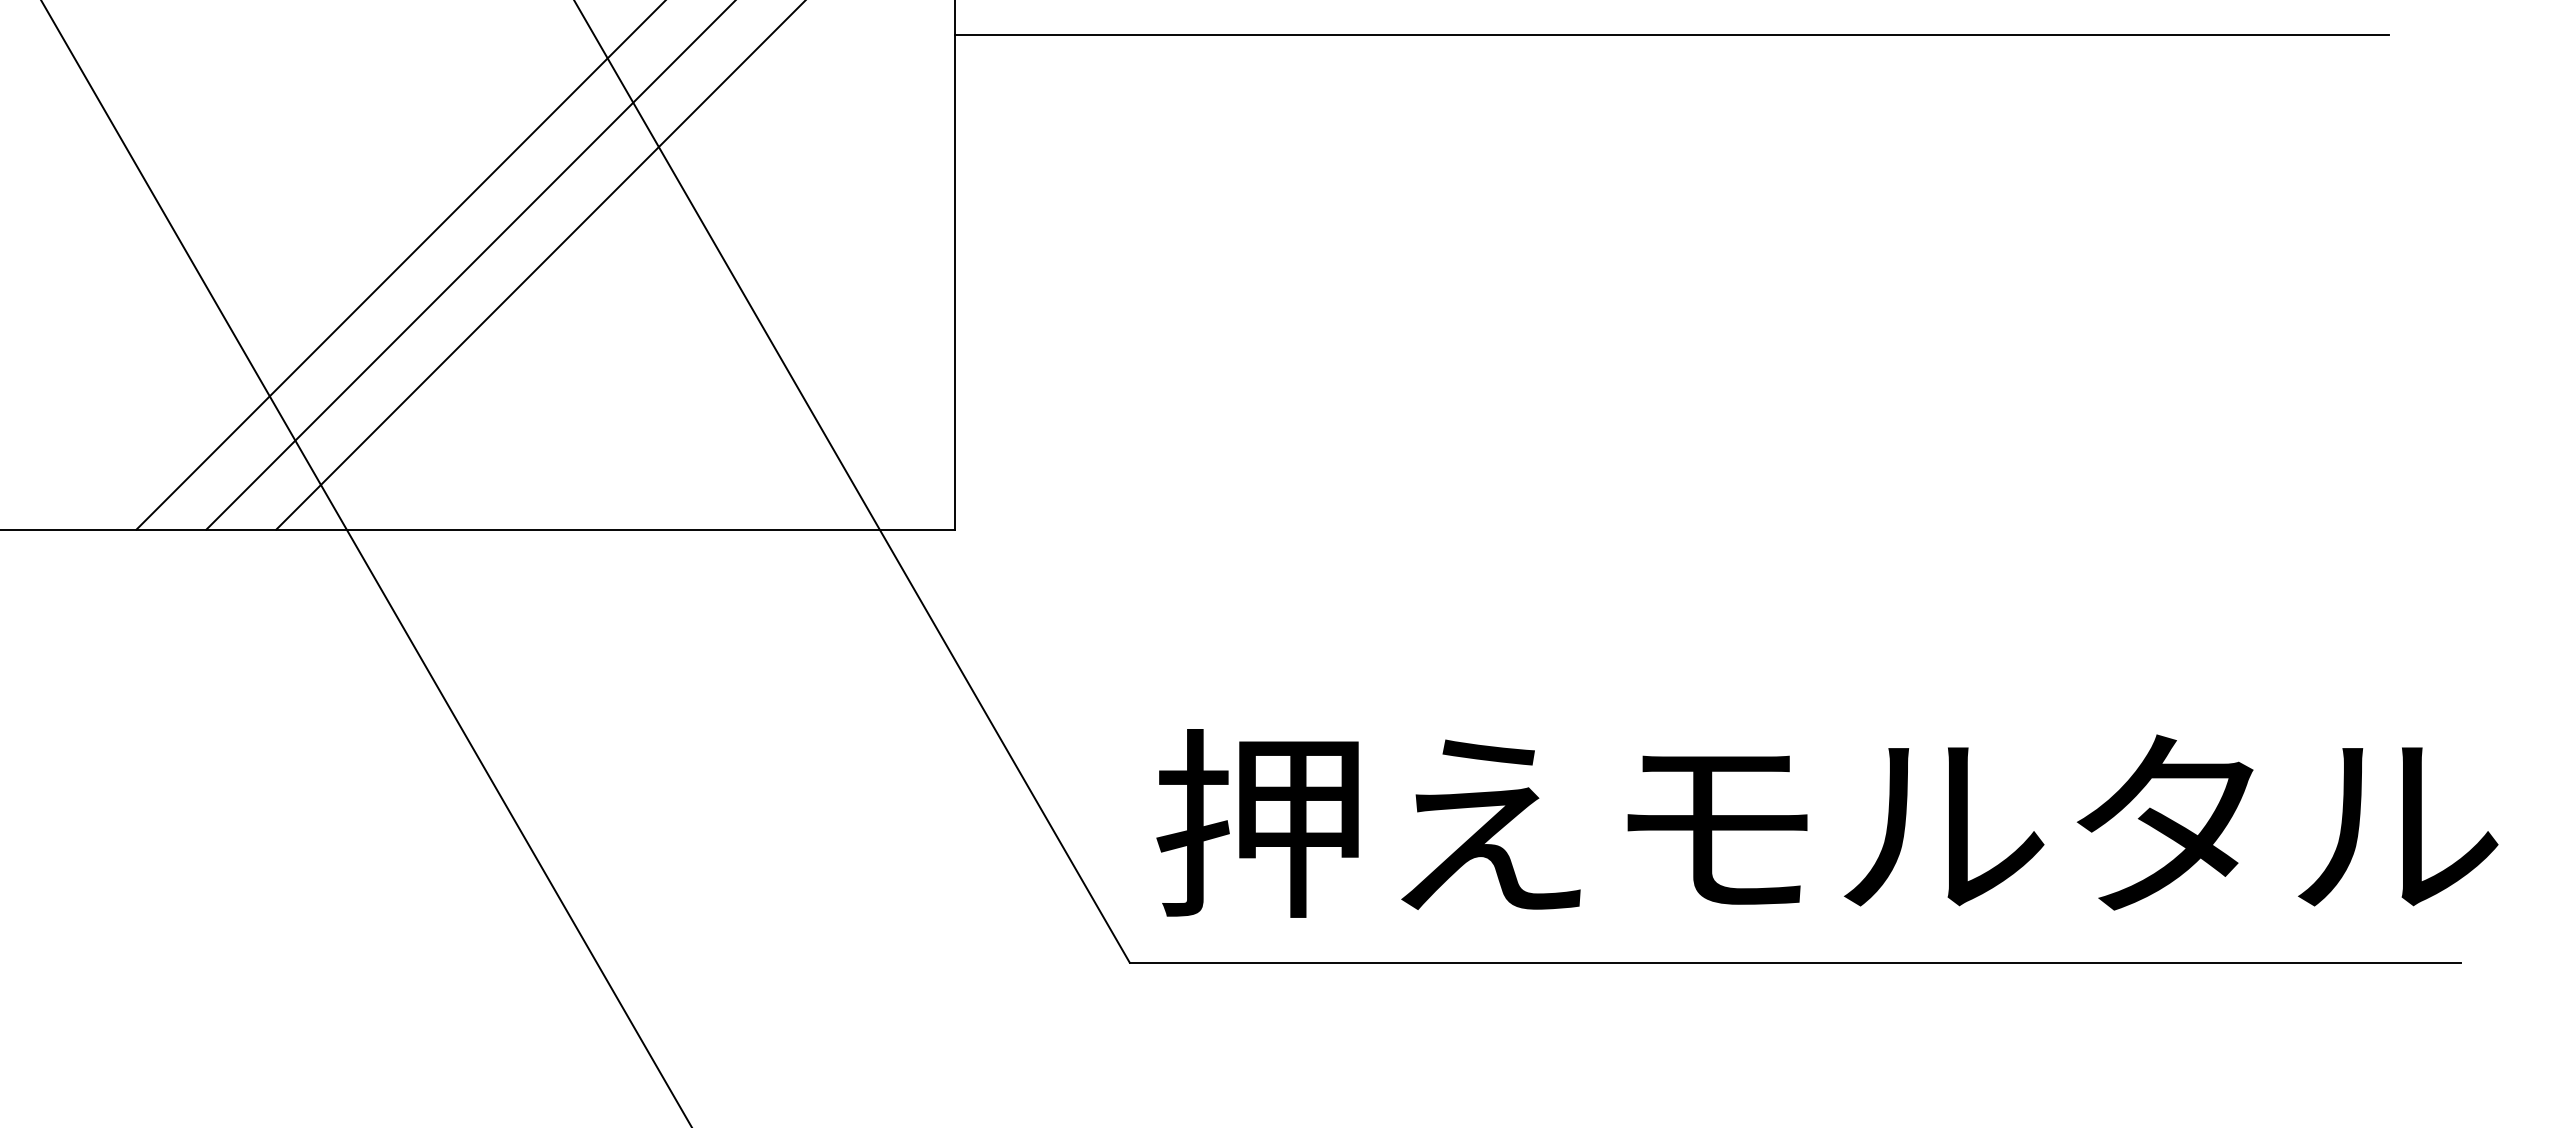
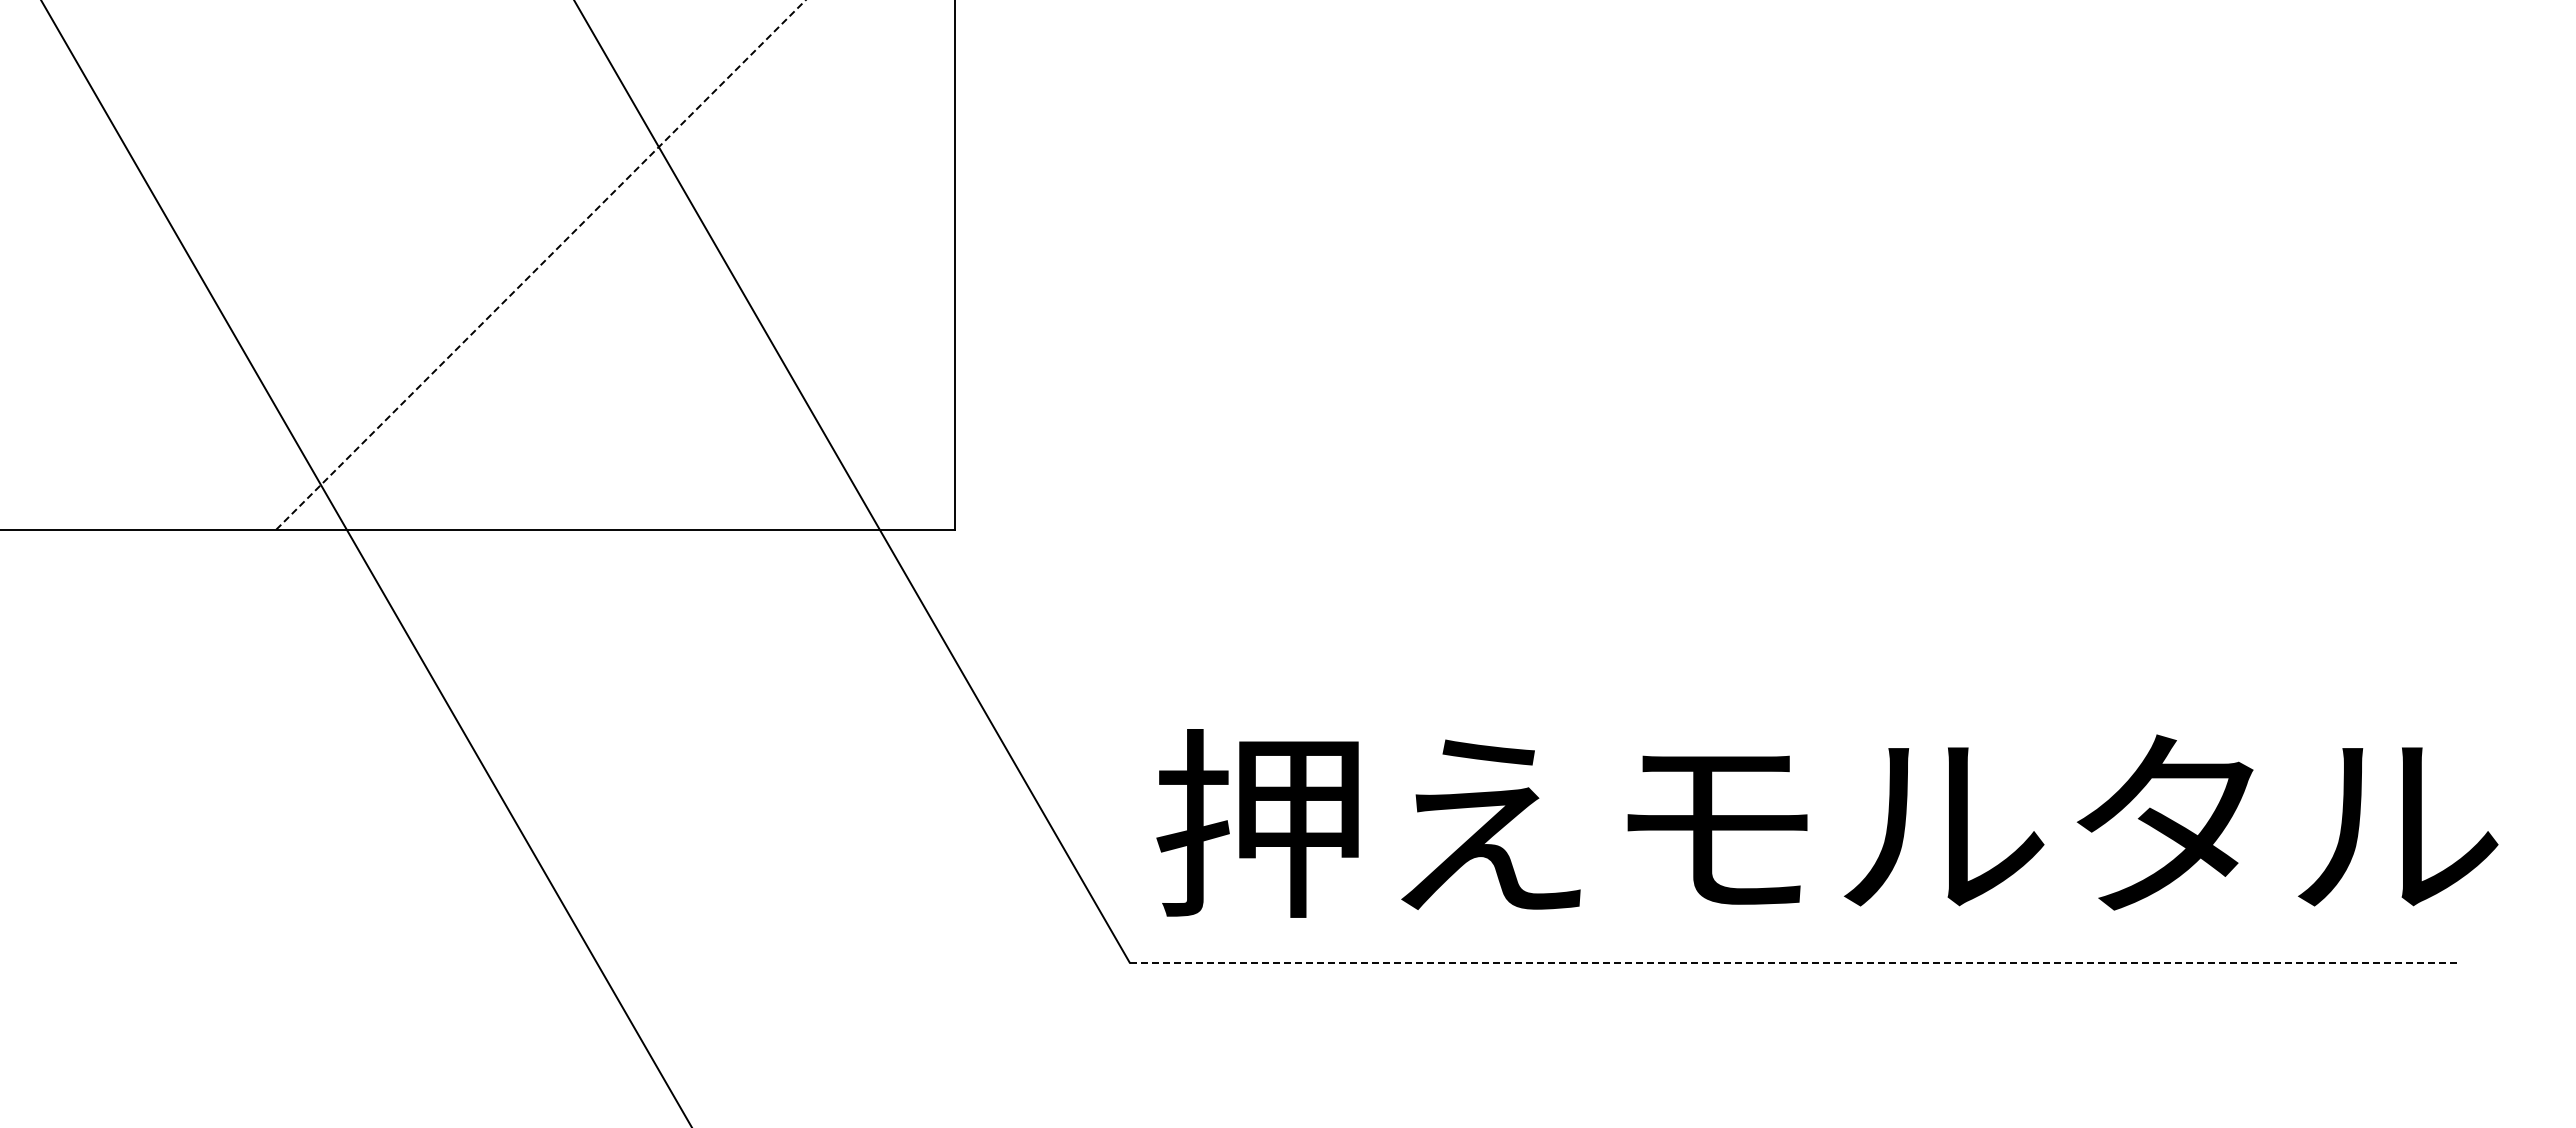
line at (1671, 35): present -> none
line at (541, 264): solid -> dashed
line at (400, 265): present -> none
line at (469, 265): present -> none
line at (1795, 962): solid -> dashed
